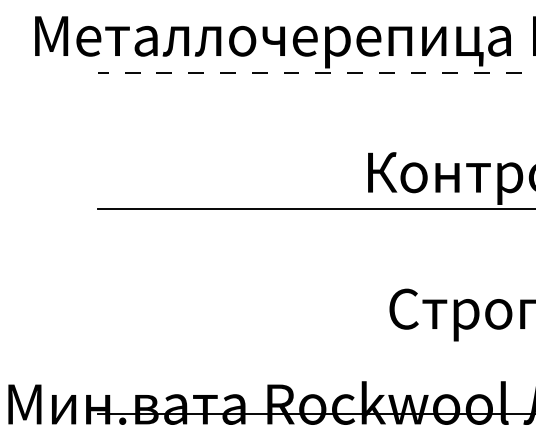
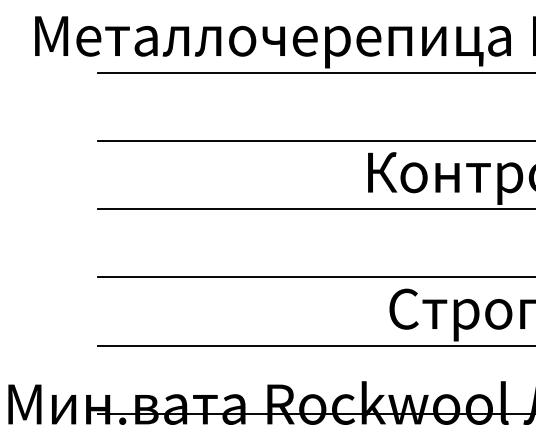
line at (316, 72): dashed -> solid
line at (314, 140): none -> present
line at (314, 277): none -> present
line at (314, 345): none -> present
